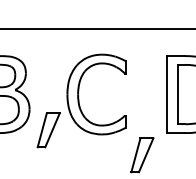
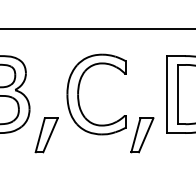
part at (48, 130) position: (48, 130) -> (46, 135)
part at (142, 155) position: (142, 155) -> (142, 135)
